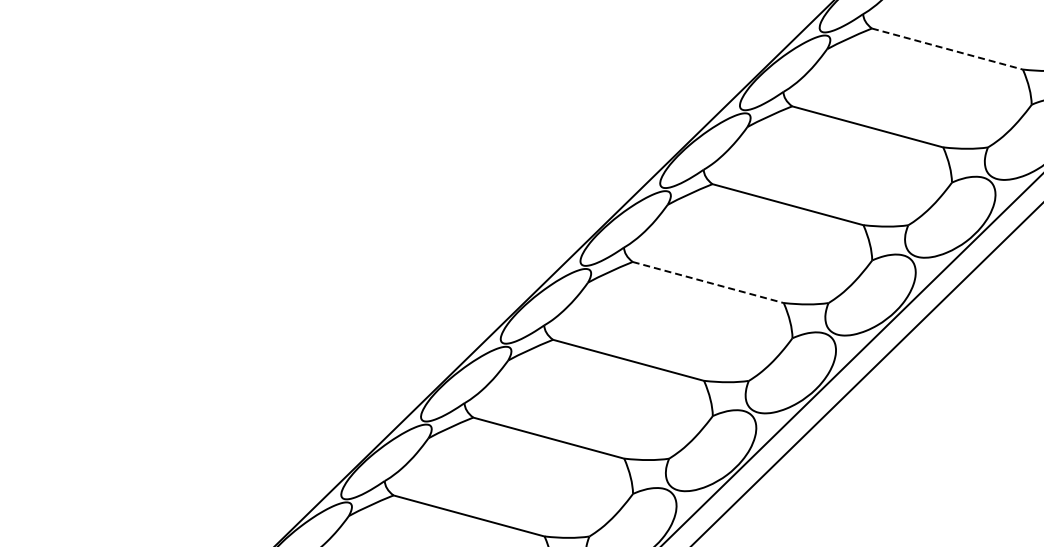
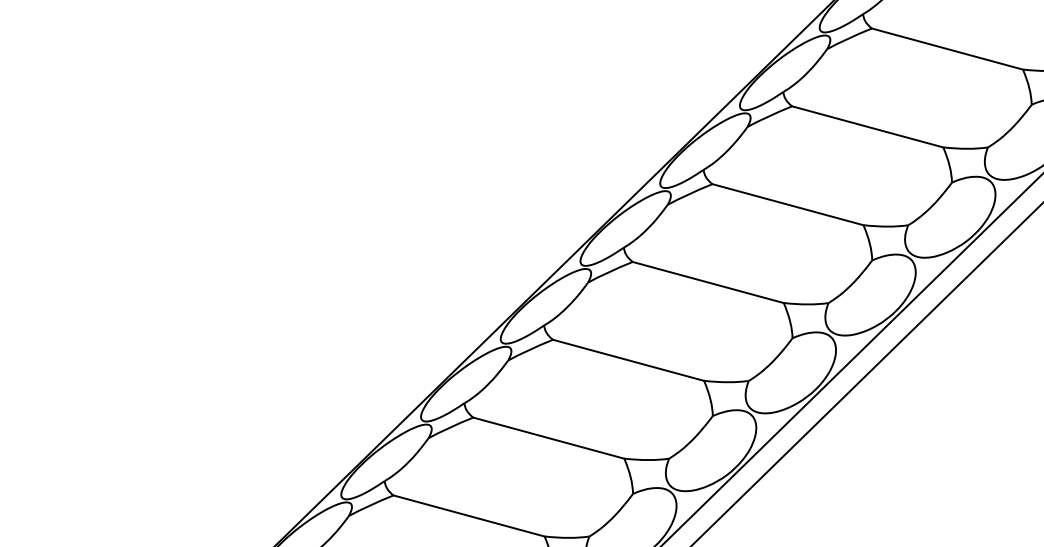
line at (947, 49): dashed -> solid
line at (708, 282): dashed -> solid
